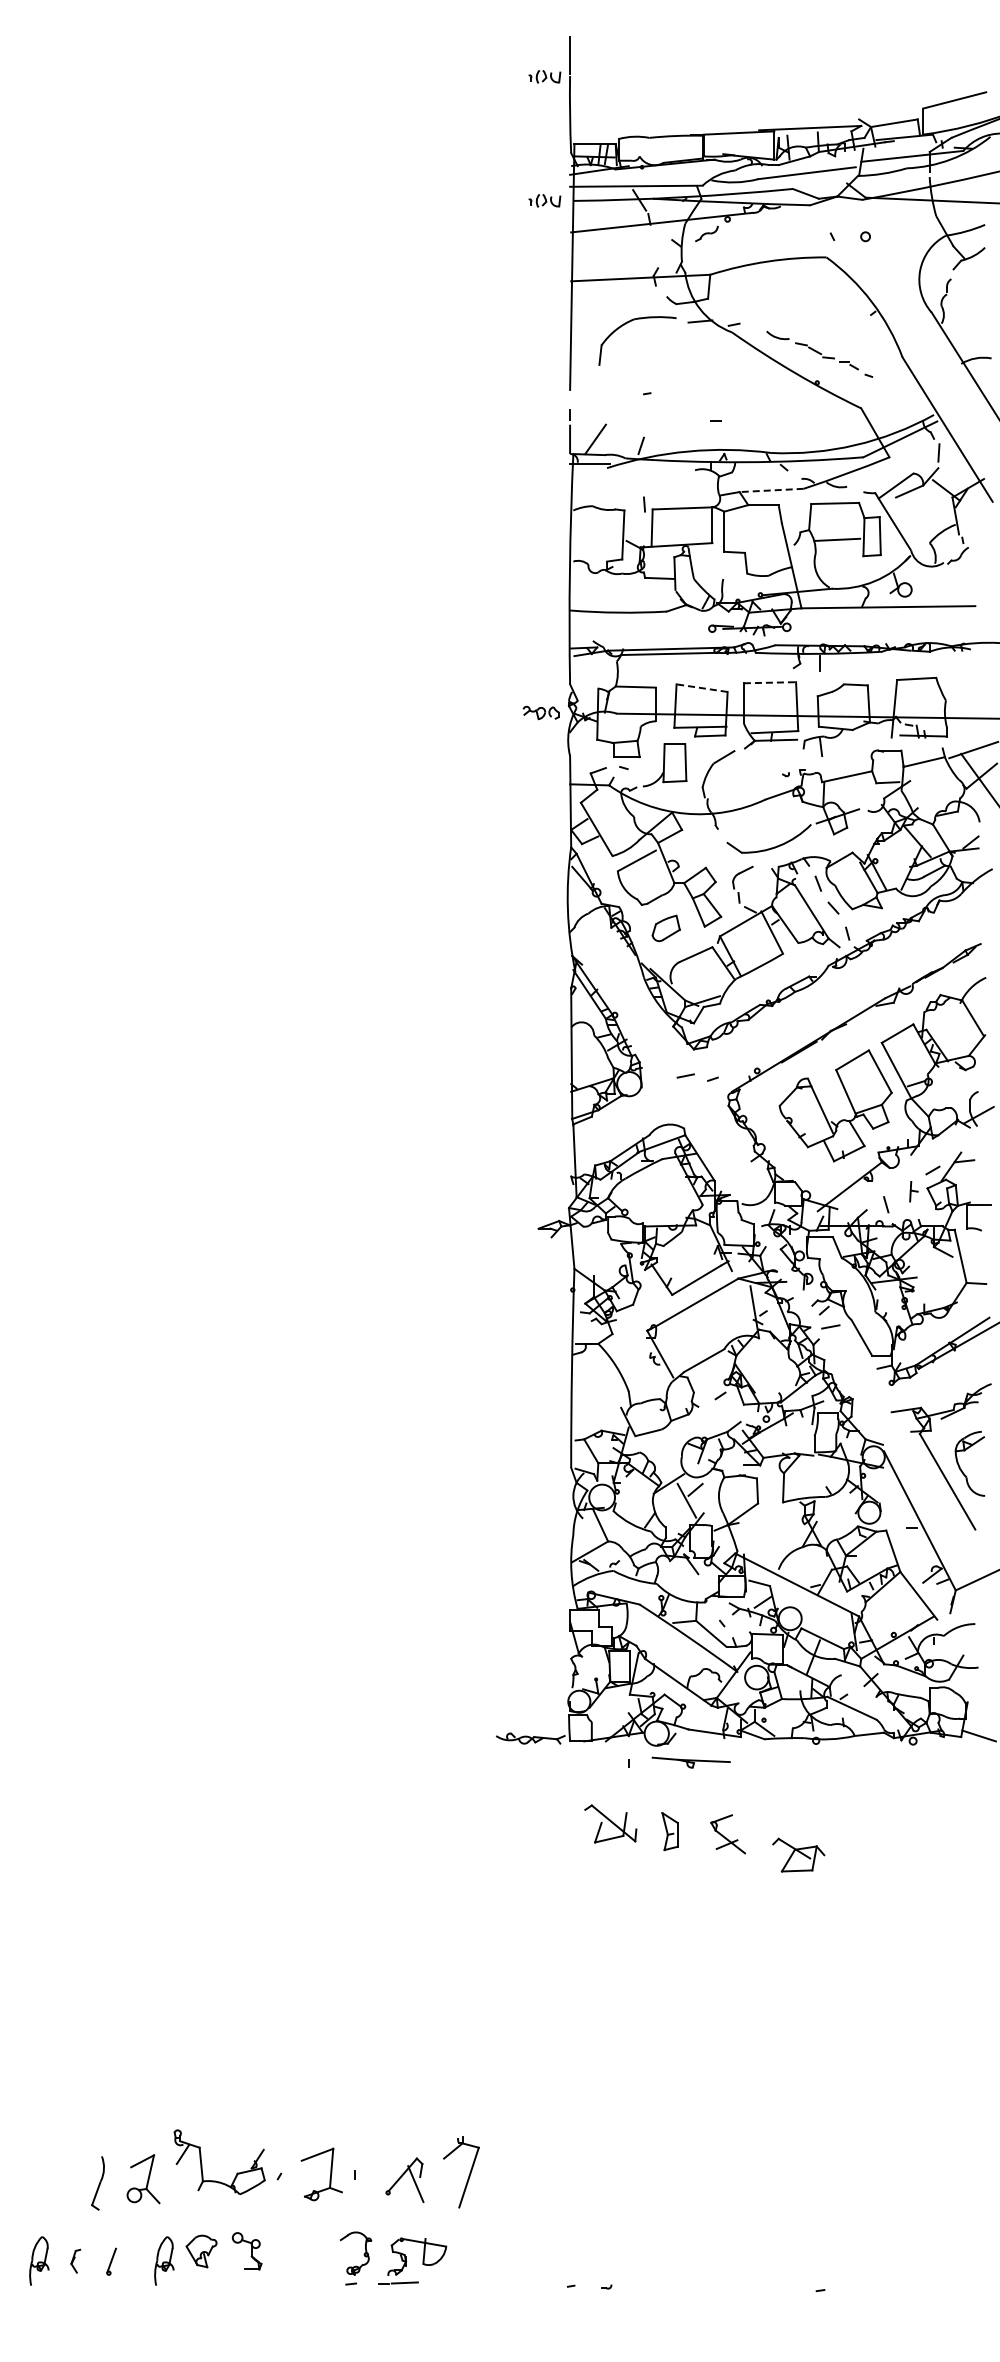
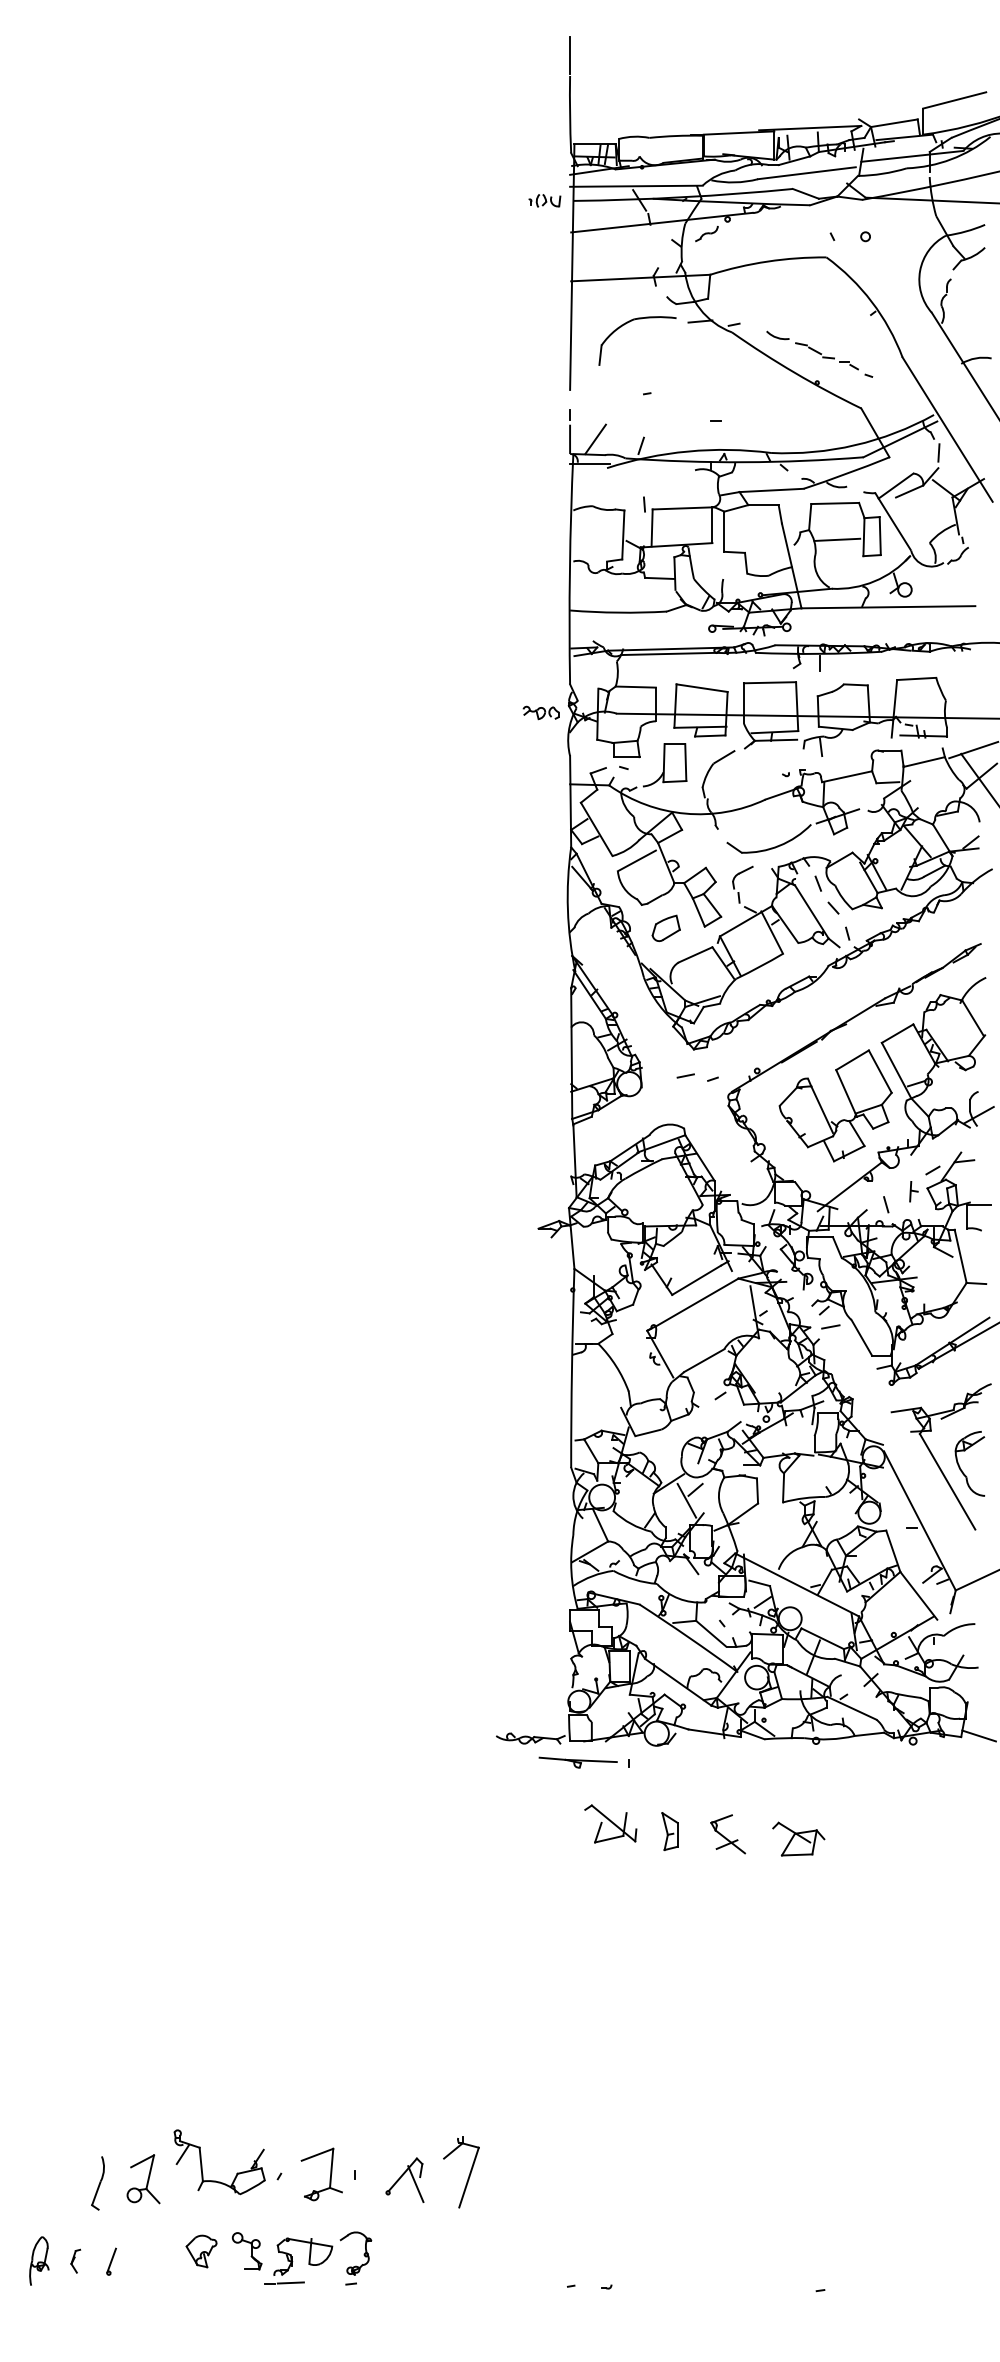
part at (544, 76): present -> none
line at (771, 490): dashed -> solid
line at (770, 682): dashed -> solid
line at (702, 688): dashed -> solid
part at (690, 1762) position: (690, 1762) -> (577, 1762)
part at (798, 1854) position: (798, 1854) -> (798, 1838)
part at (164, 2260): present -> none
part at (412, 2260) position: (412, 2260) -> (298, 2260)
